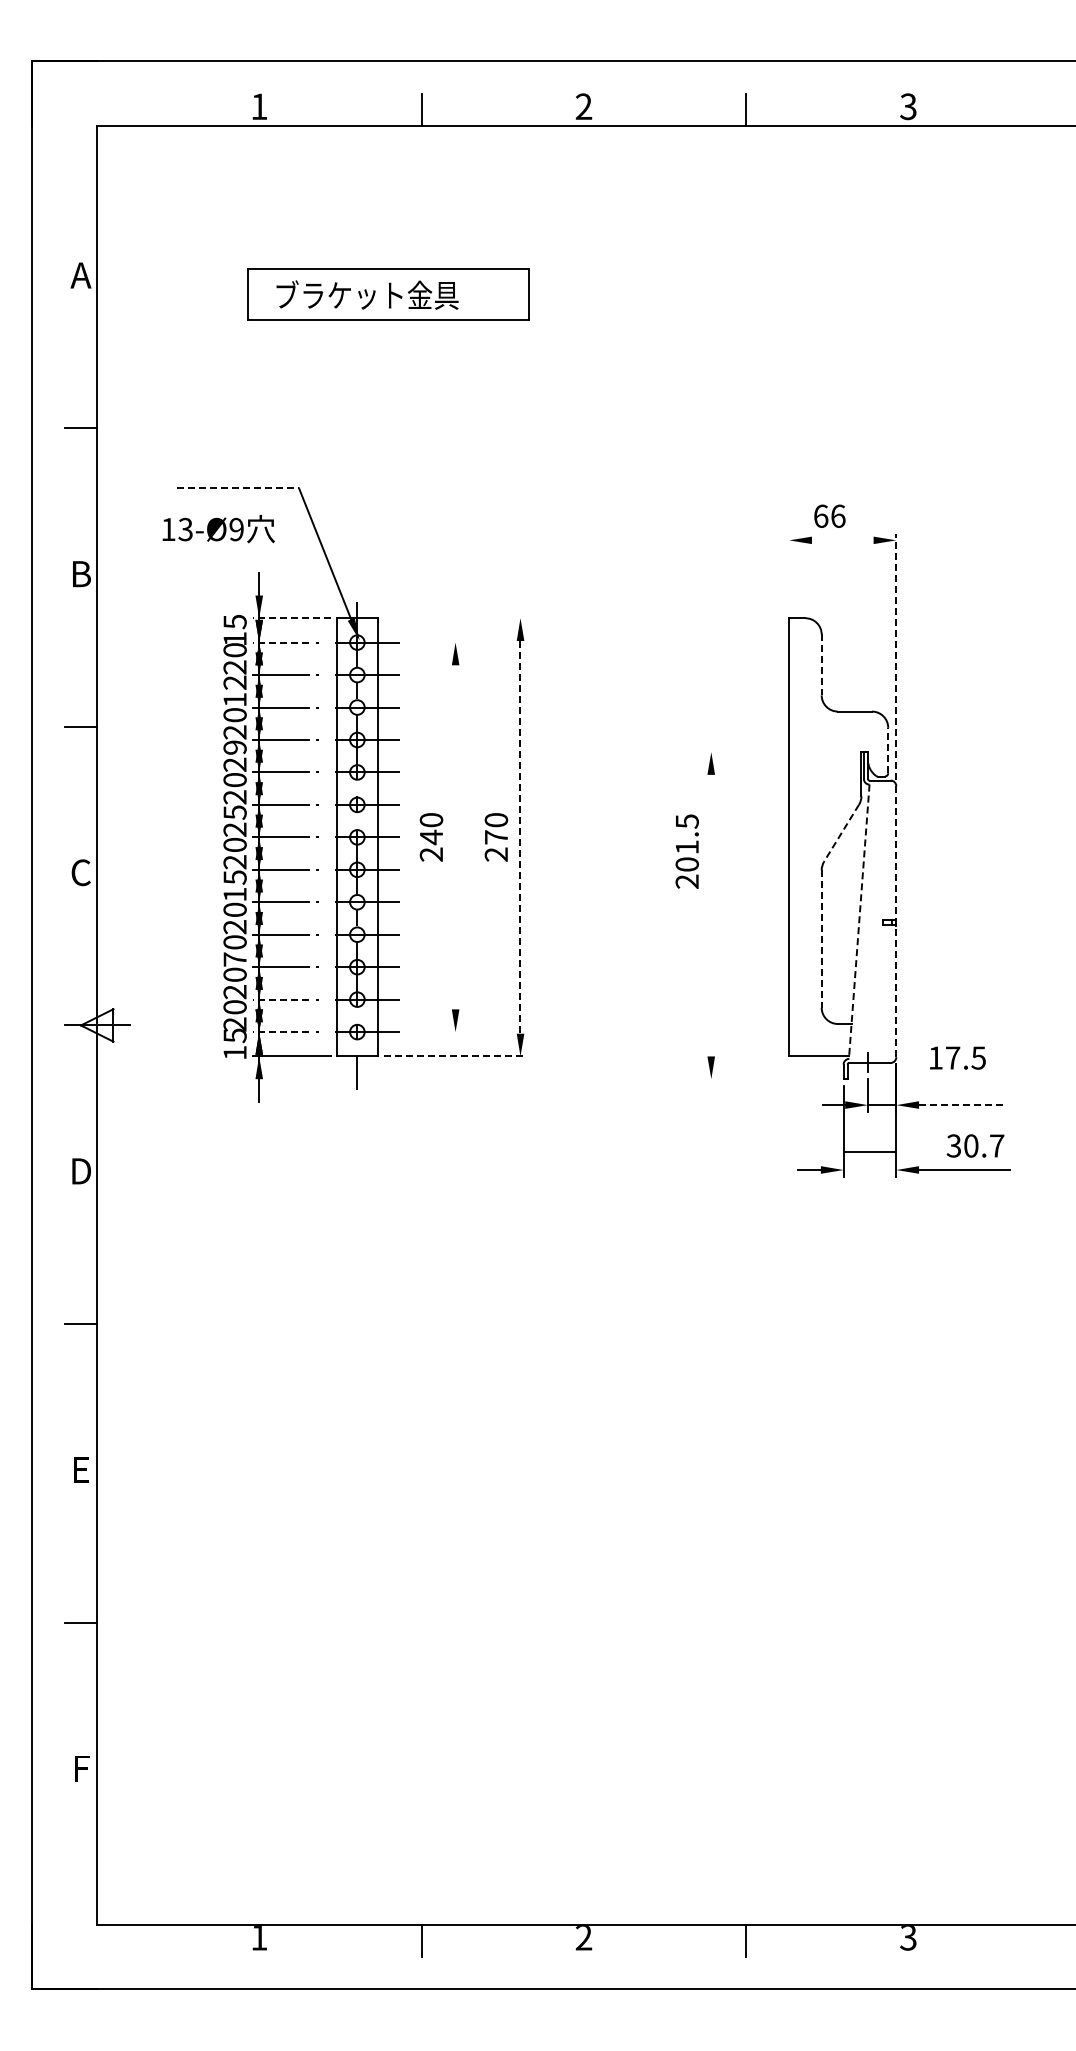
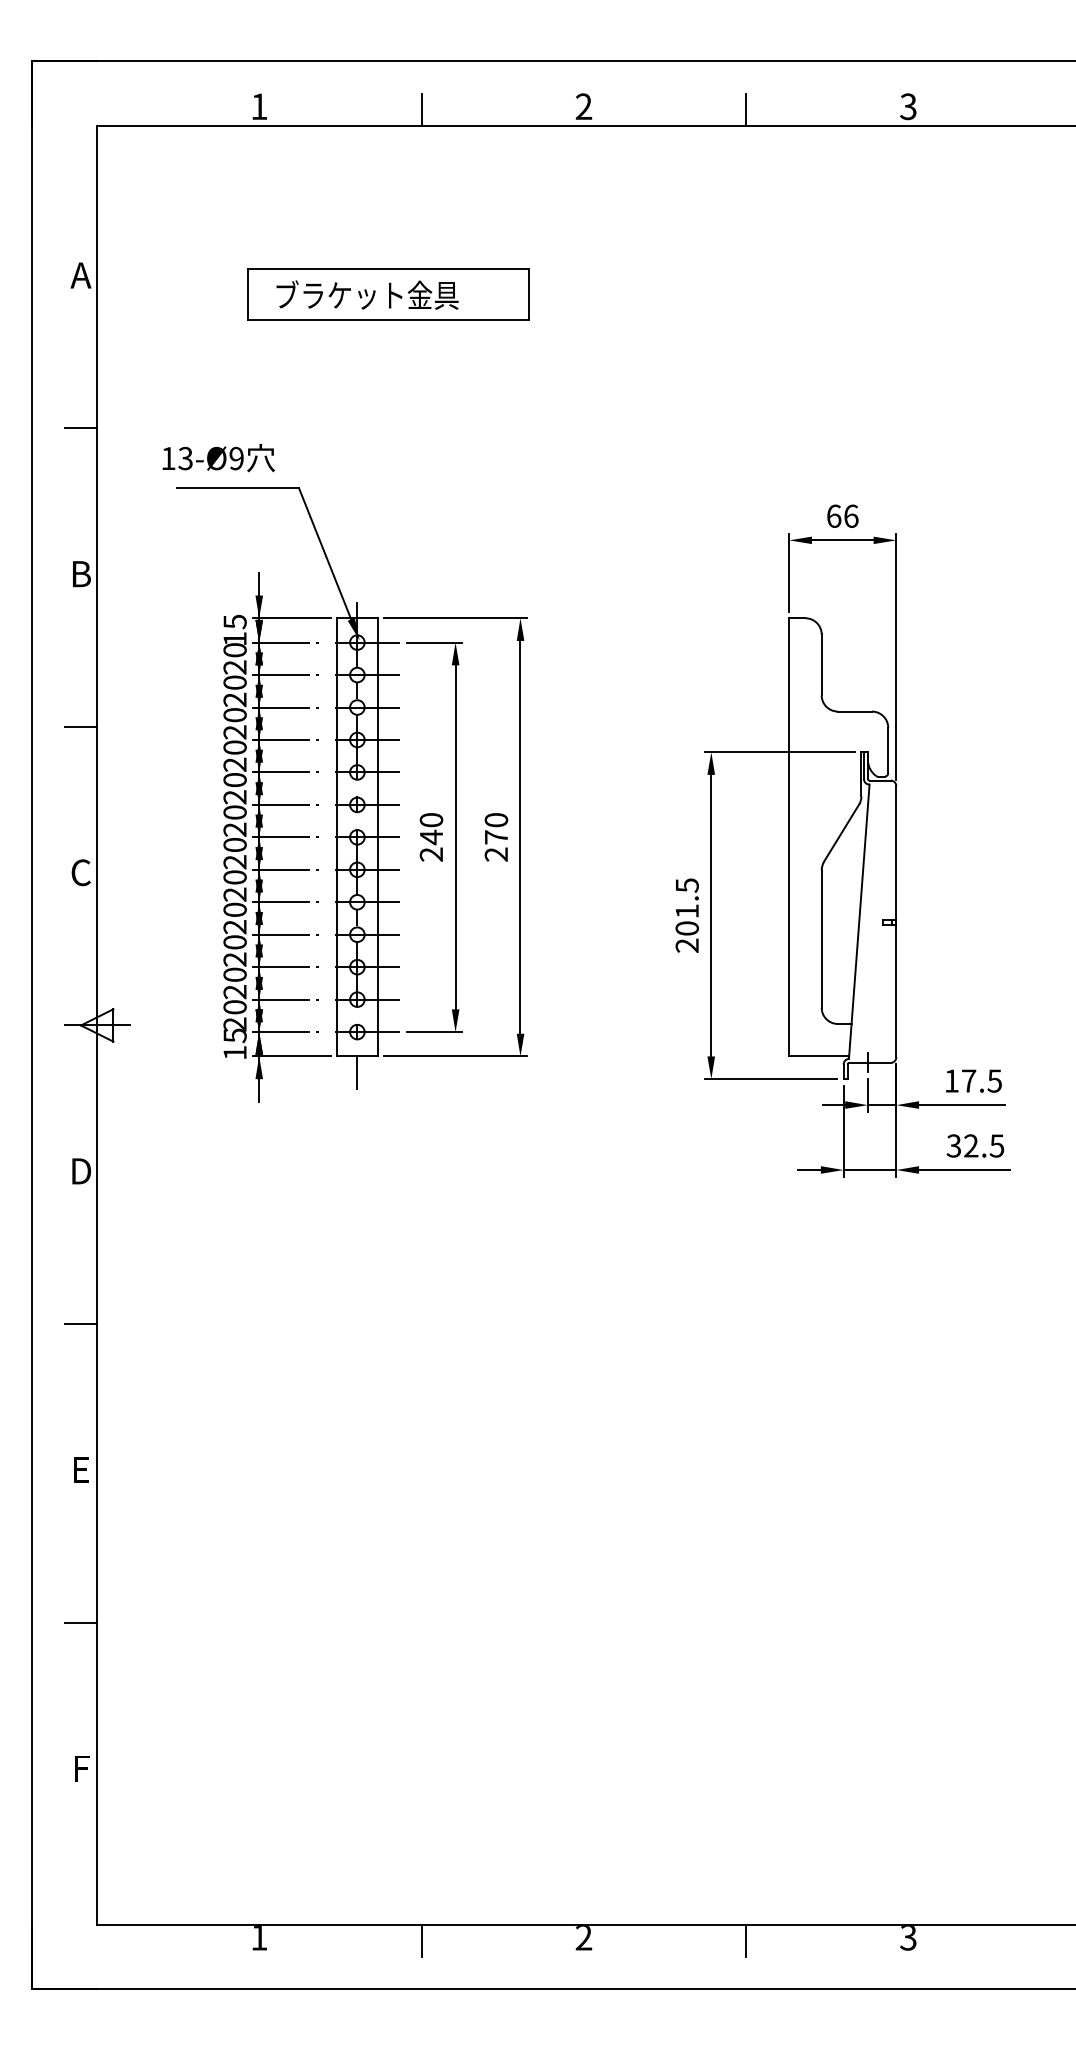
line at (238, 488): dashed -> solid
text at (829, 515) position: (829, 515) -> (842, 515)
text at (218, 529) position: (218, 529) -> (218, 458)
line at (842, 540): none -> present
line at (789, 572): none -> present
line at (291, 618): dashed -> solid
line at (455, 618): none -> present
line at (280, 642): dashed -> solid
line at (434, 642): none -> present
line at (896, 656): dashed -> solid
line at (821, 665): dashed -> solid
text at (234, 691): 12 -> 20
text at (234, 747): 29 -> 20
line at (888, 750): dashed -> solid
line at (779, 752): none -> present
text at (234, 812): 25 -> 20
line at (841, 833): dashed -> solid
line at (455, 837): none -> present
line at (520, 837): dashed -> solid
text at (686, 851) position: (686, 851) -> (686, 915)
text at (234, 885): 15 -> 20
line at (711, 915): none -> present
line at (859, 921): dashed -> solid
line at (896, 921): dashed -> solid
line at (821, 939): dashed -> solid
text at (234, 959): 70 -> 20
line at (280, 999): dashed -> solid
line at (280, 1032): dashed -> solid
line at (434, 1032): none -> present
line at (456, 1056): dashed -> solid
text at (957, 1057) position: (957, 1057) -> (973, 1080)
line at (770, 1079): none -> present
line at (962, 1105): dashed -> solid
text at (984, 1145): 30.7 -> 32.5
line at (869, 1152) position: (869, 1152) -> (869, 1170)
